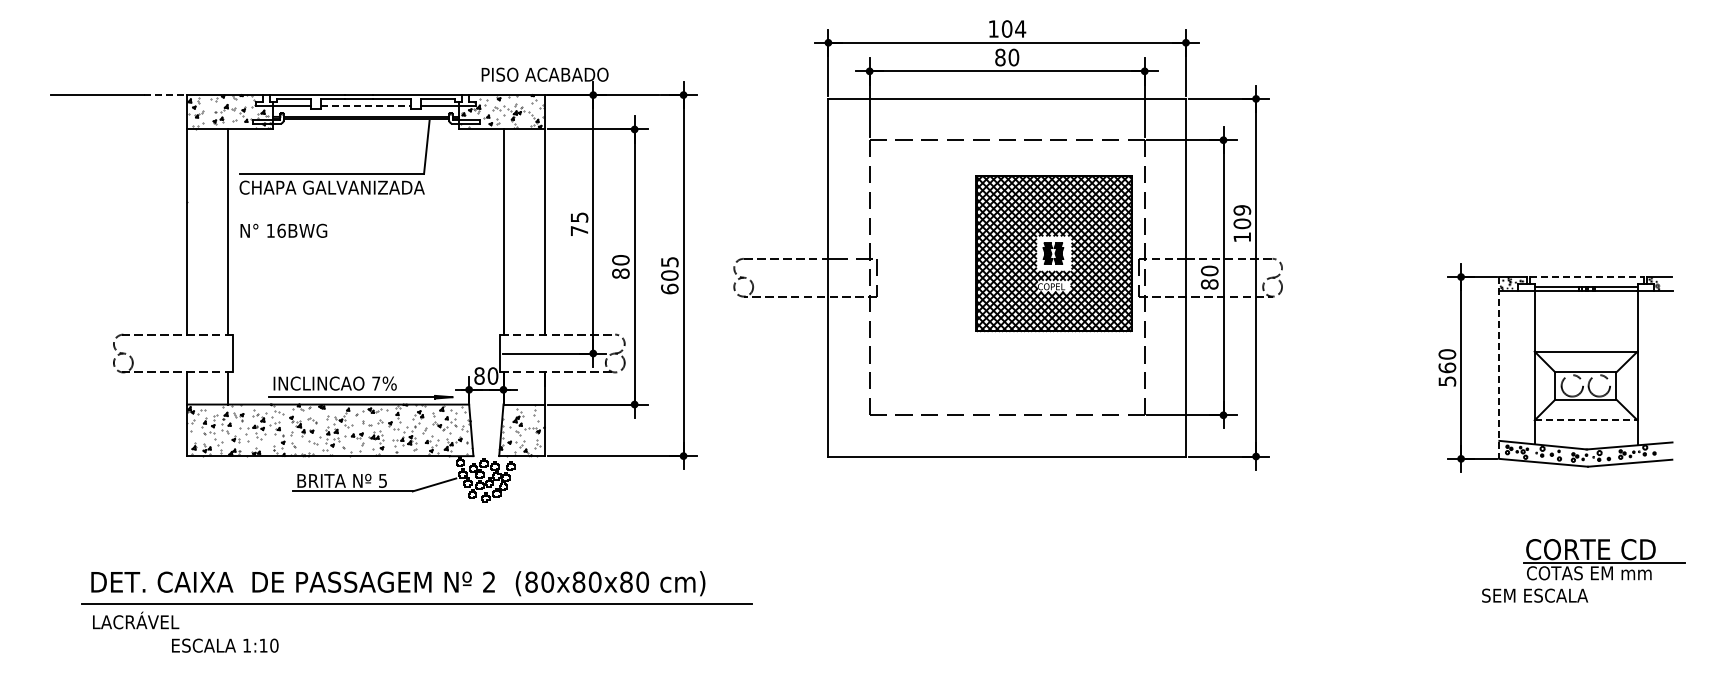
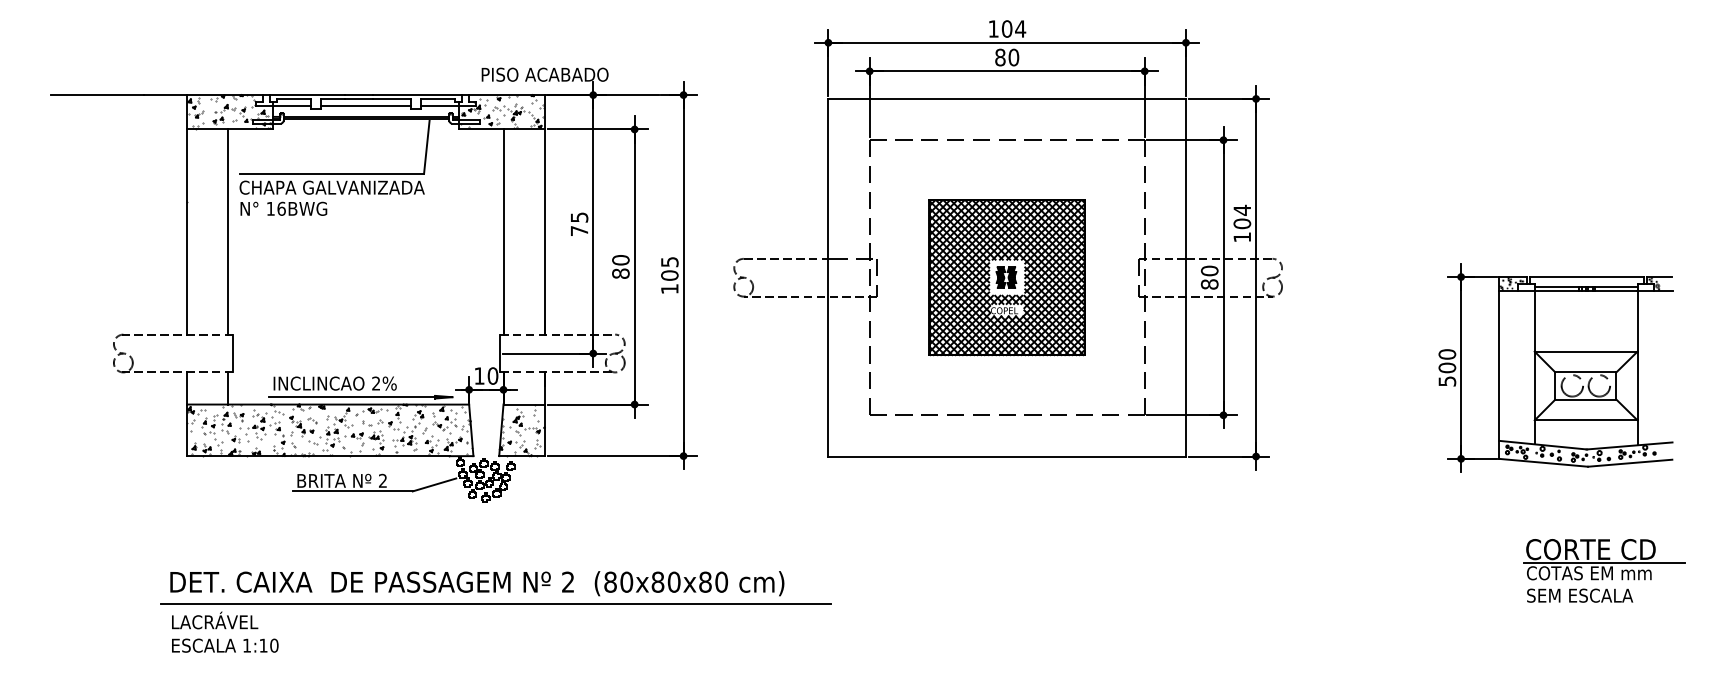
line at (165, 95): dashed -> solid
line at (365, 105): dashed -> solid
text at (1242, 209): 109 -> 104
text at (283, 230) position: (283, 230) -> (283, 208)
part at (1053, 253) position: (1053, 253) -> (1006, 277)
line at (1587, 277): dashed -> solid
text at (669, 288): 605 -> 105
text at (1446, 367): 560 -> 500
line at (1499, 367): dashed -> solid
text at (479, 375): 80 -> 10
text at (376, 383): 7% -> 2%
line at (1586, 420): dashed -> solid
text at (382, 480): 5 -> 2
text at (1535, 595) position: (1535, 595) -> (1580, 595)
part at (416, 600) position: (416, 600) -> (495, 600)
